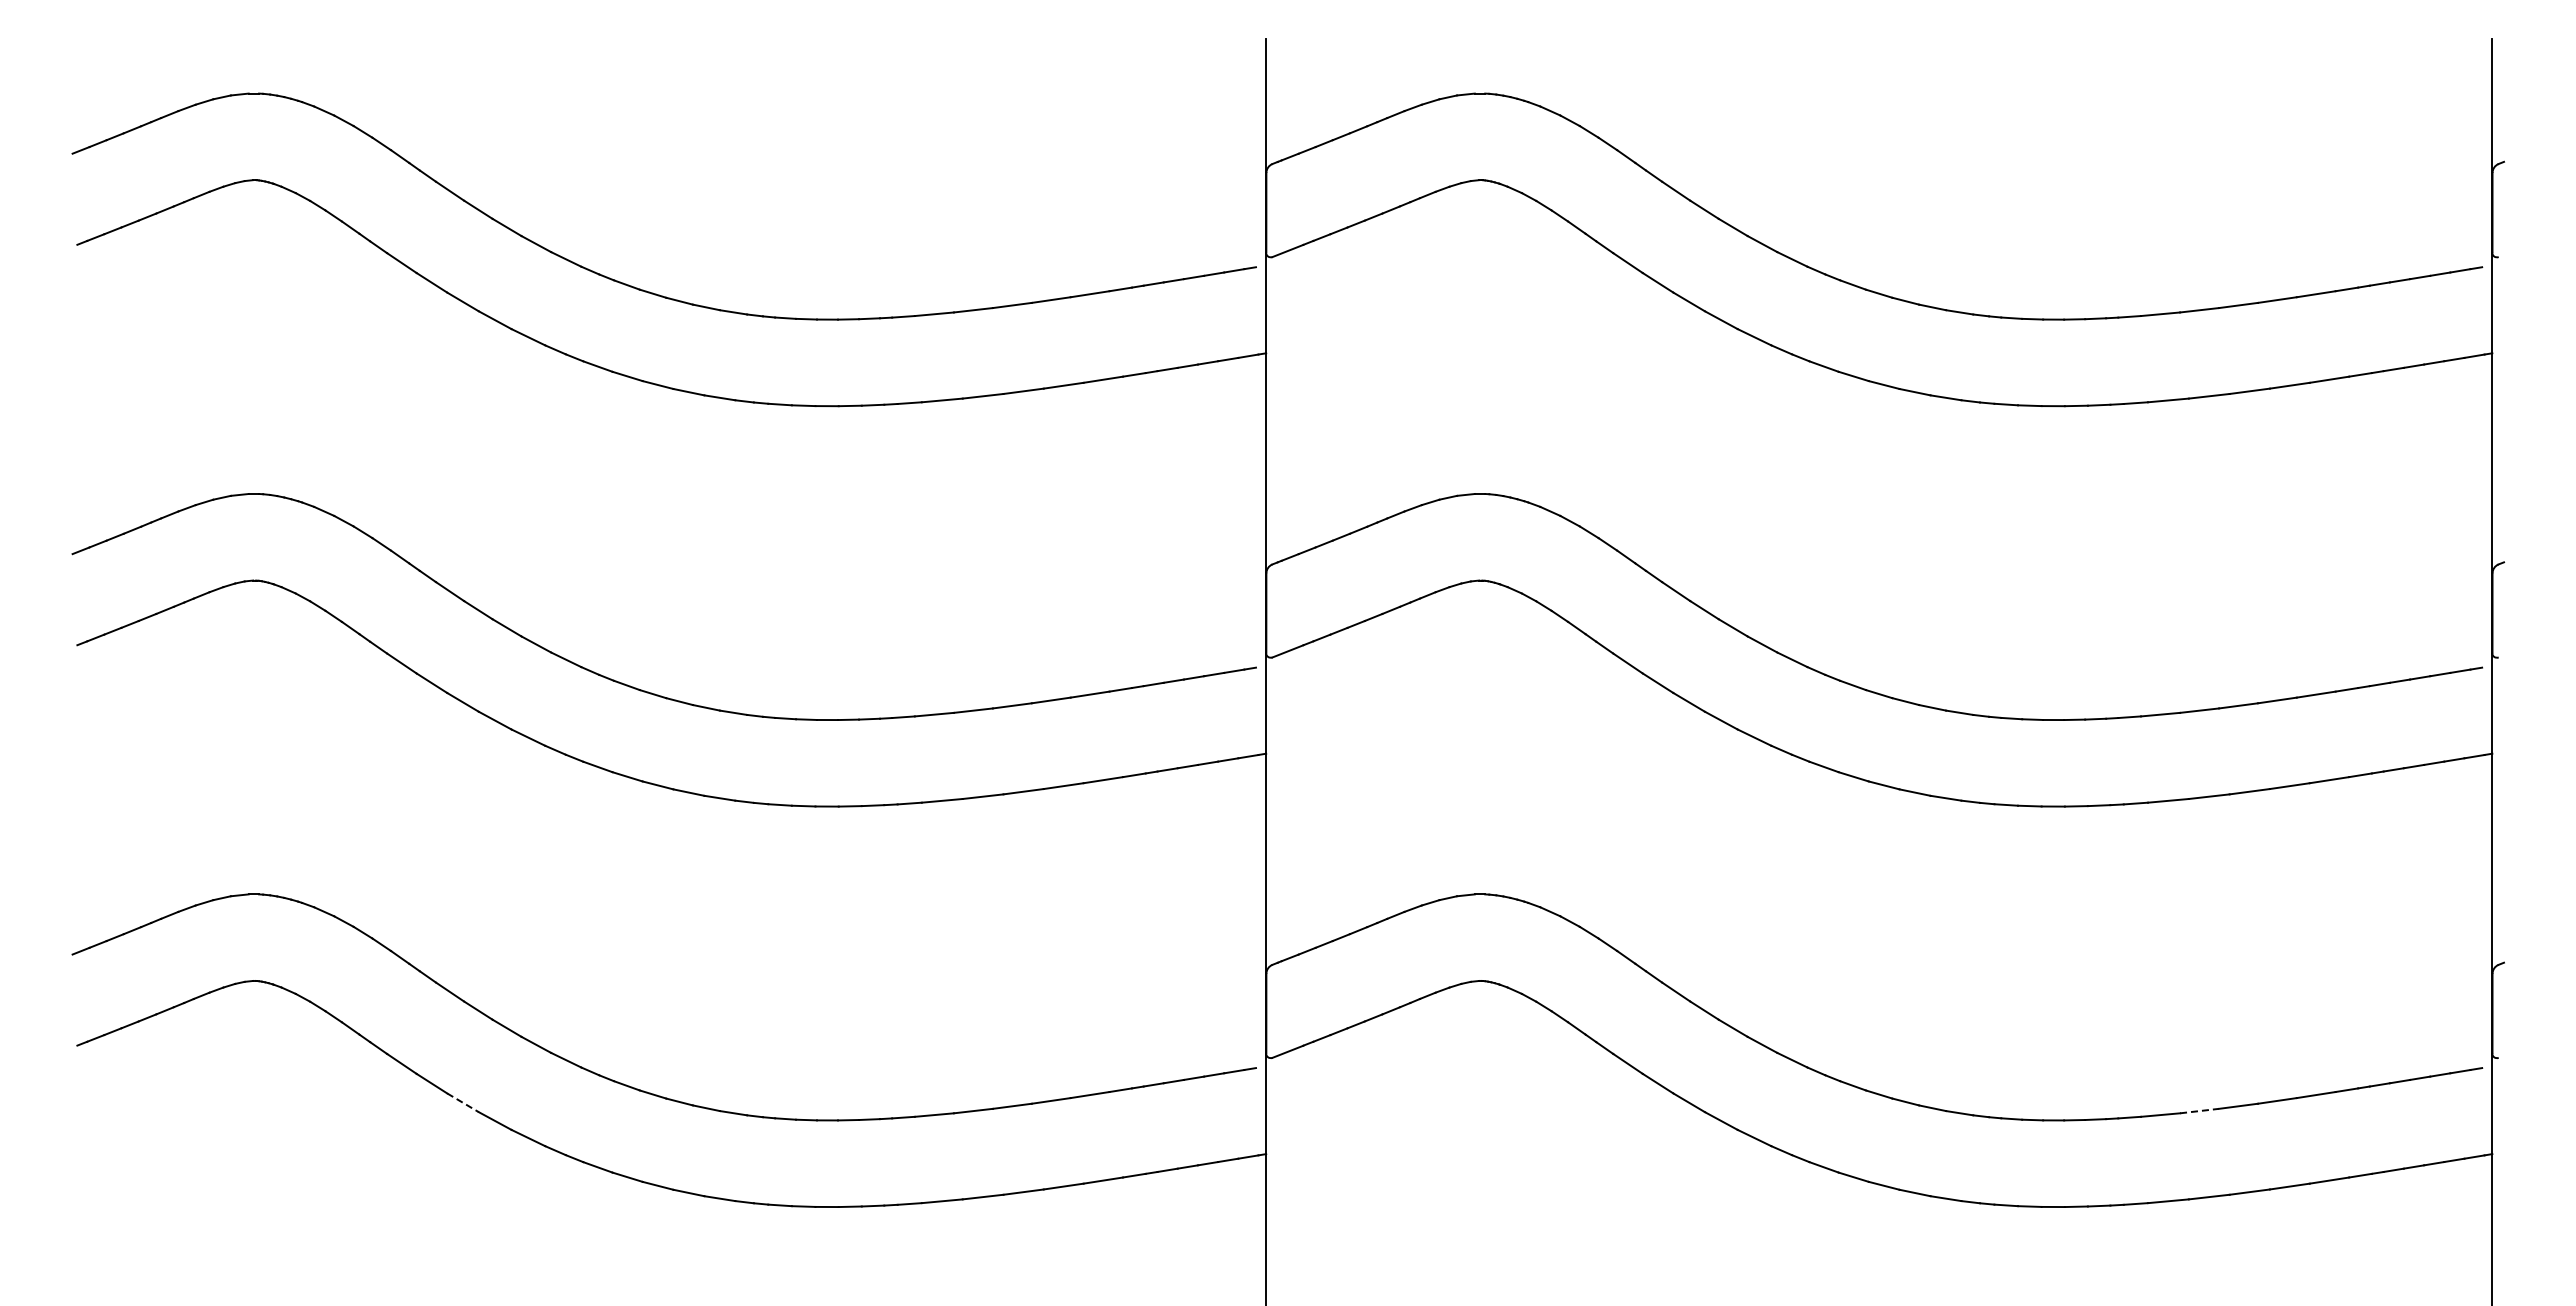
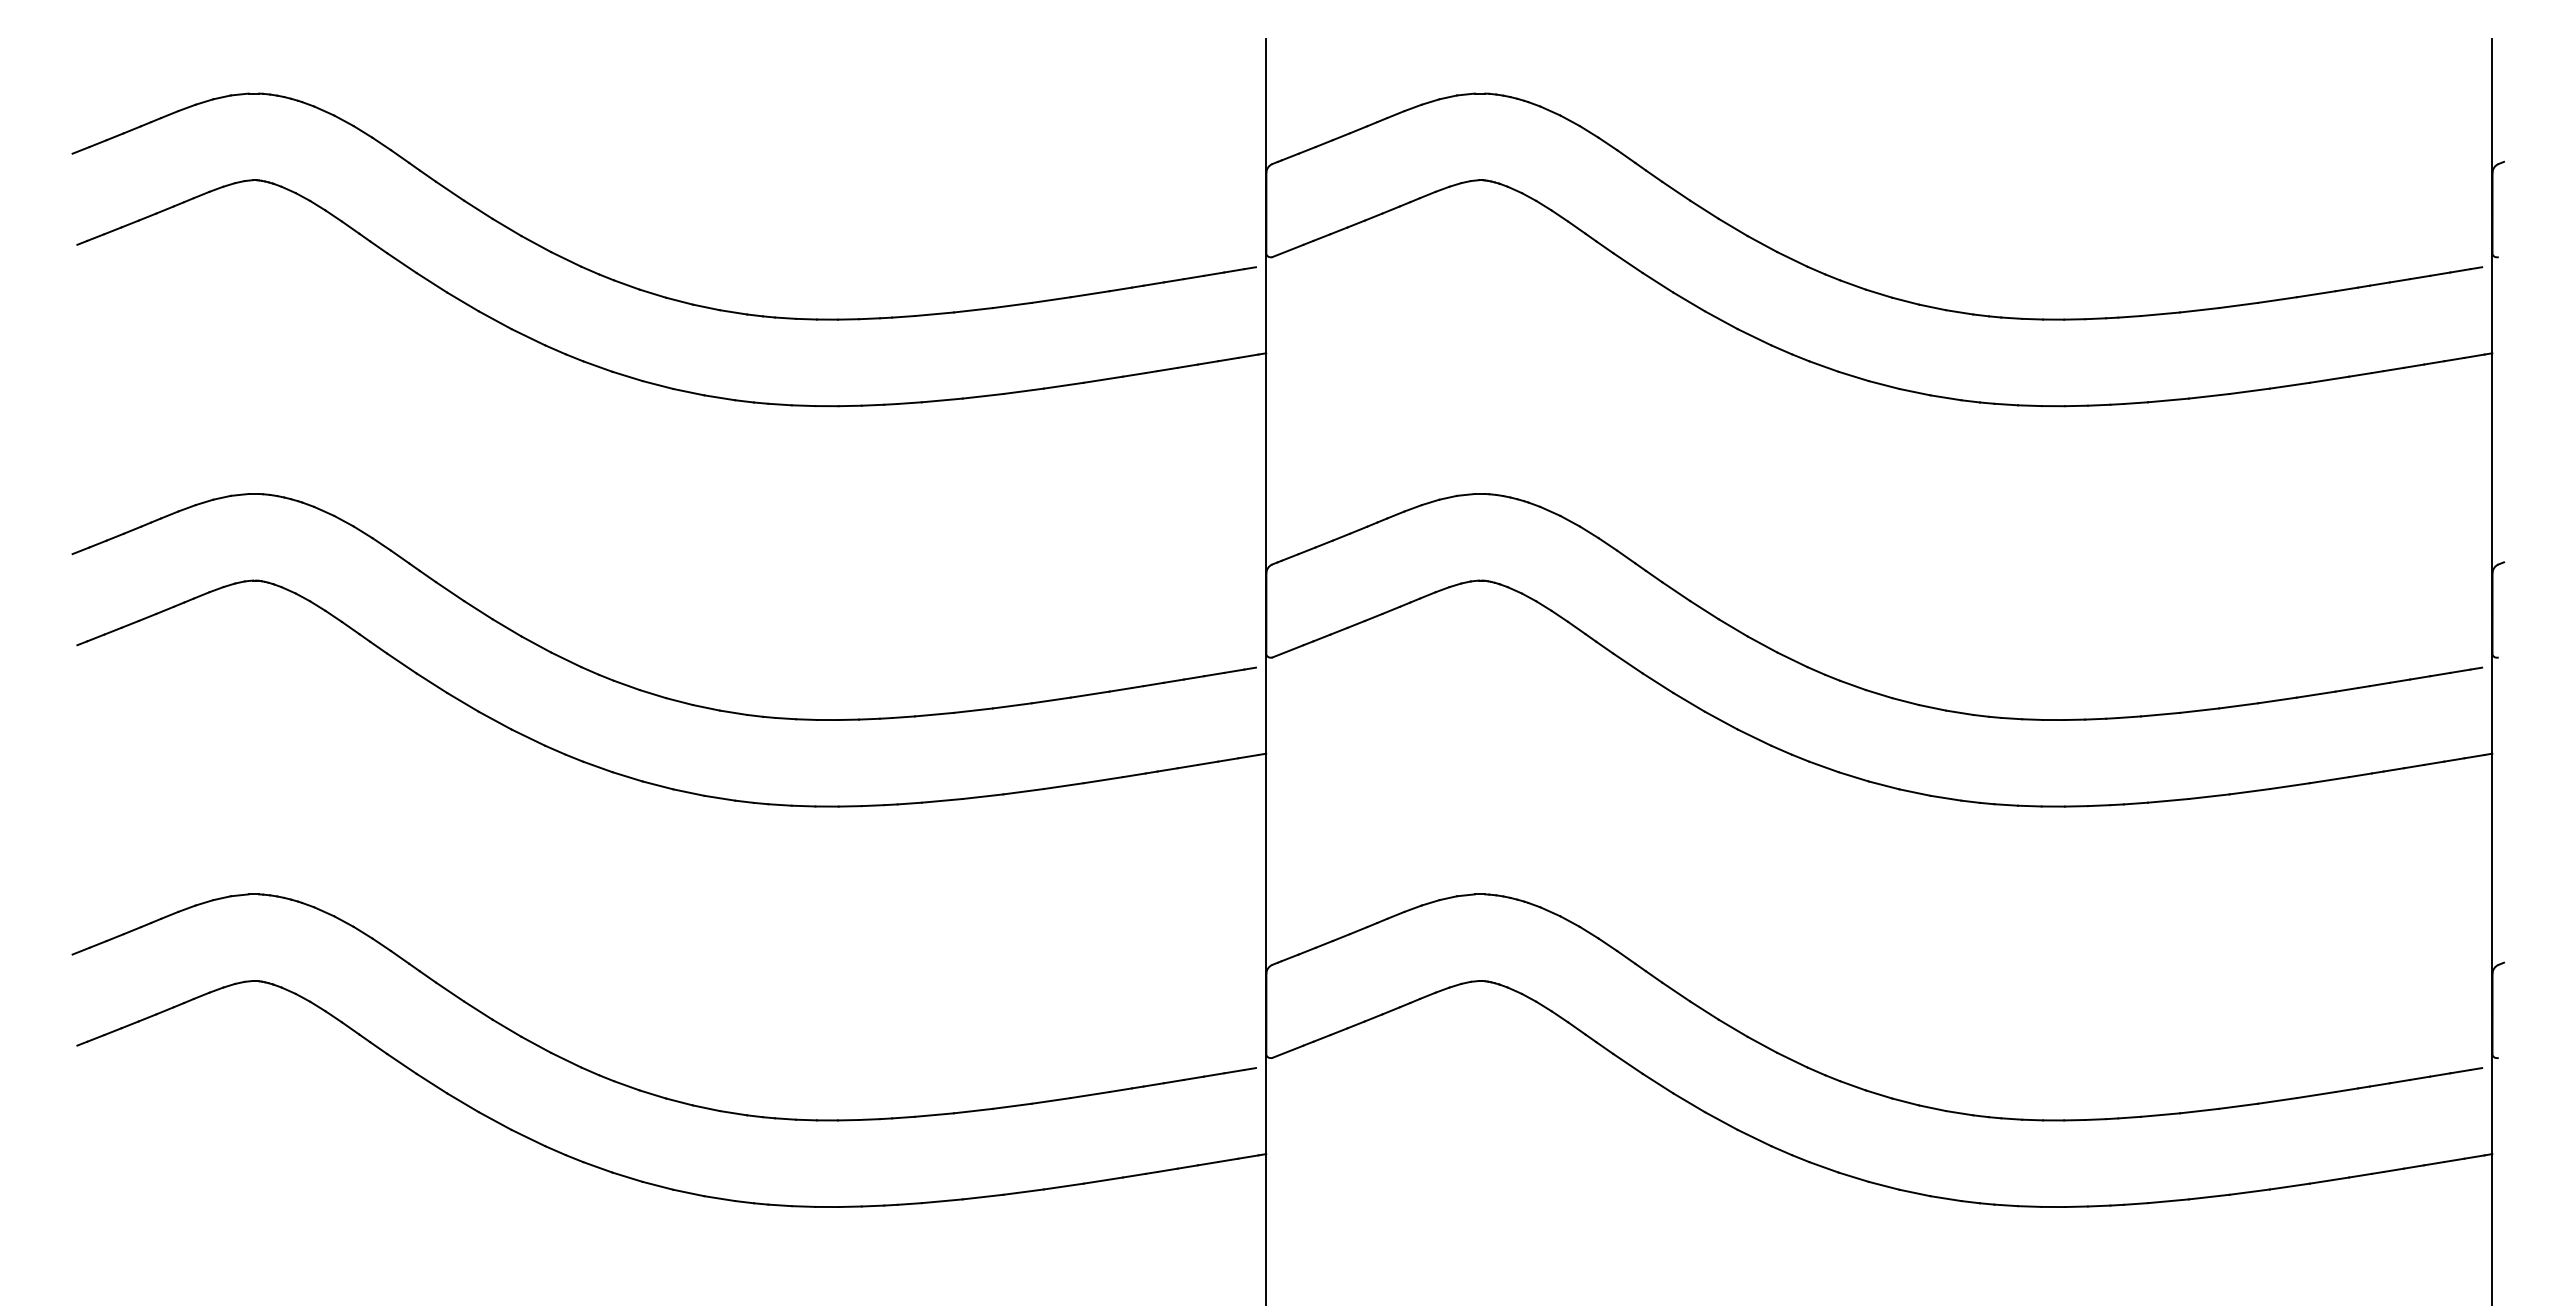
line at (463, 1103): dashed -> solid
line at (2199, 1111): dashed -> solid
